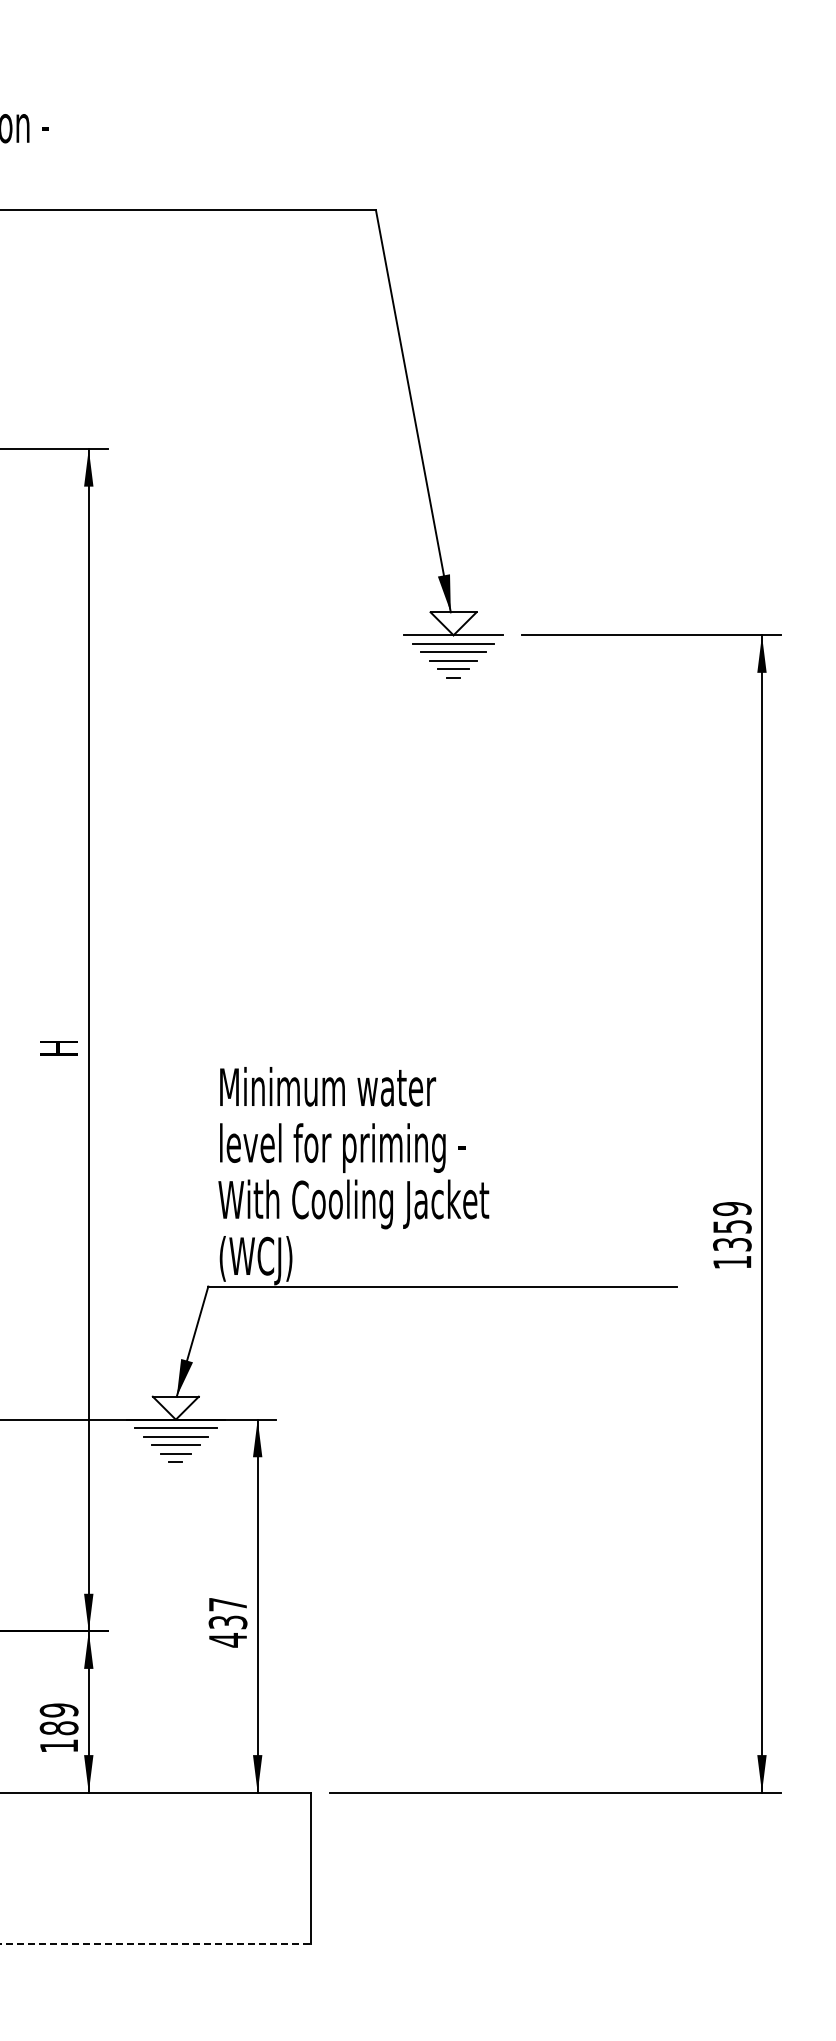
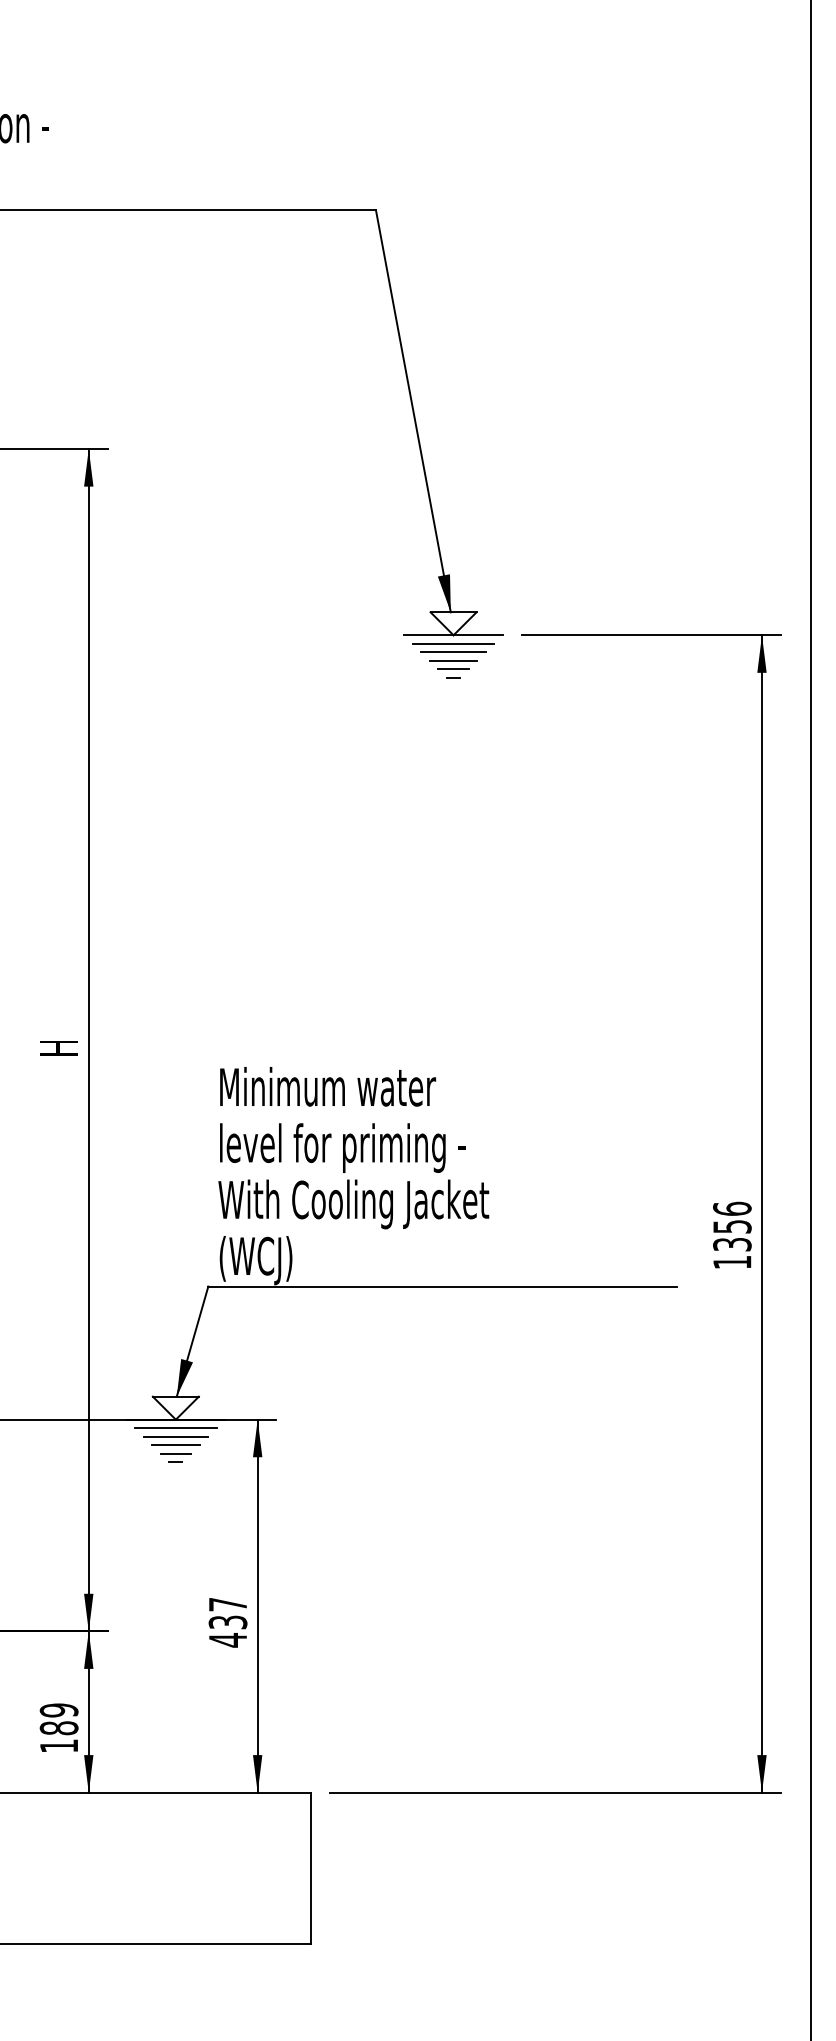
line at (810, 1019): none -> present
text at (732, 1208): 1359 -> 1356
line at (156, 1944): dashed -> solid
